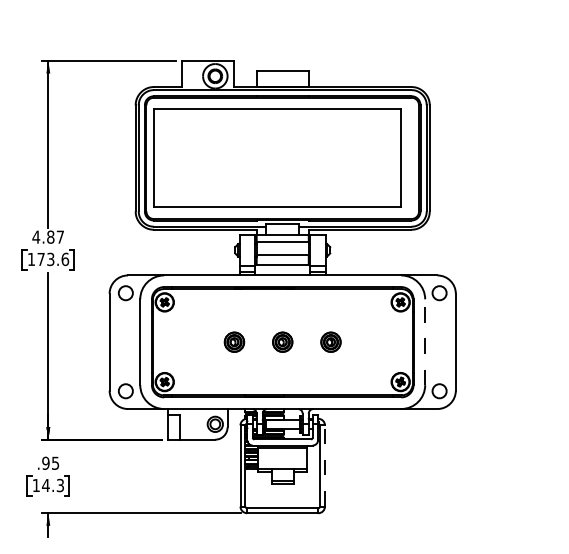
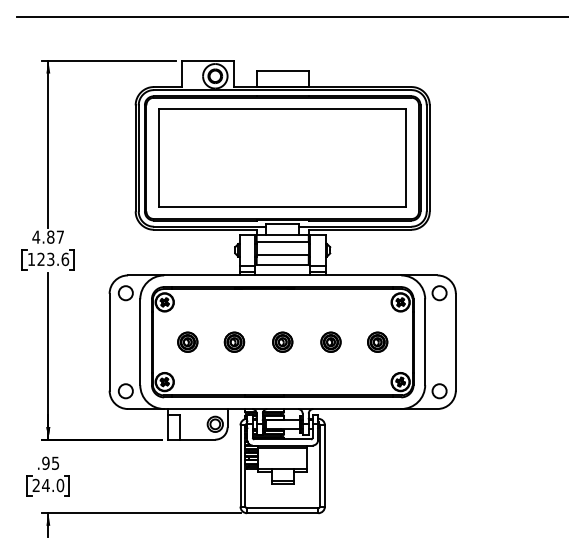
line at (291, 16): none -> present
part at (277, 157) position: (277, 157) -> (282, 157)
text at (40, 258): 173.6 -> 123.6
part at (187, 341): none -> present
part at (377, 341): none -> present
line at (425, 342): dashed -> solid
line at (324, 466): dashed -> solid
text at (48, 485): 14.3 -> 24.0
